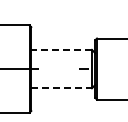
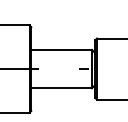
line at (61, 49): dashed -> solid
line at (62, 88): dashed -> solid
